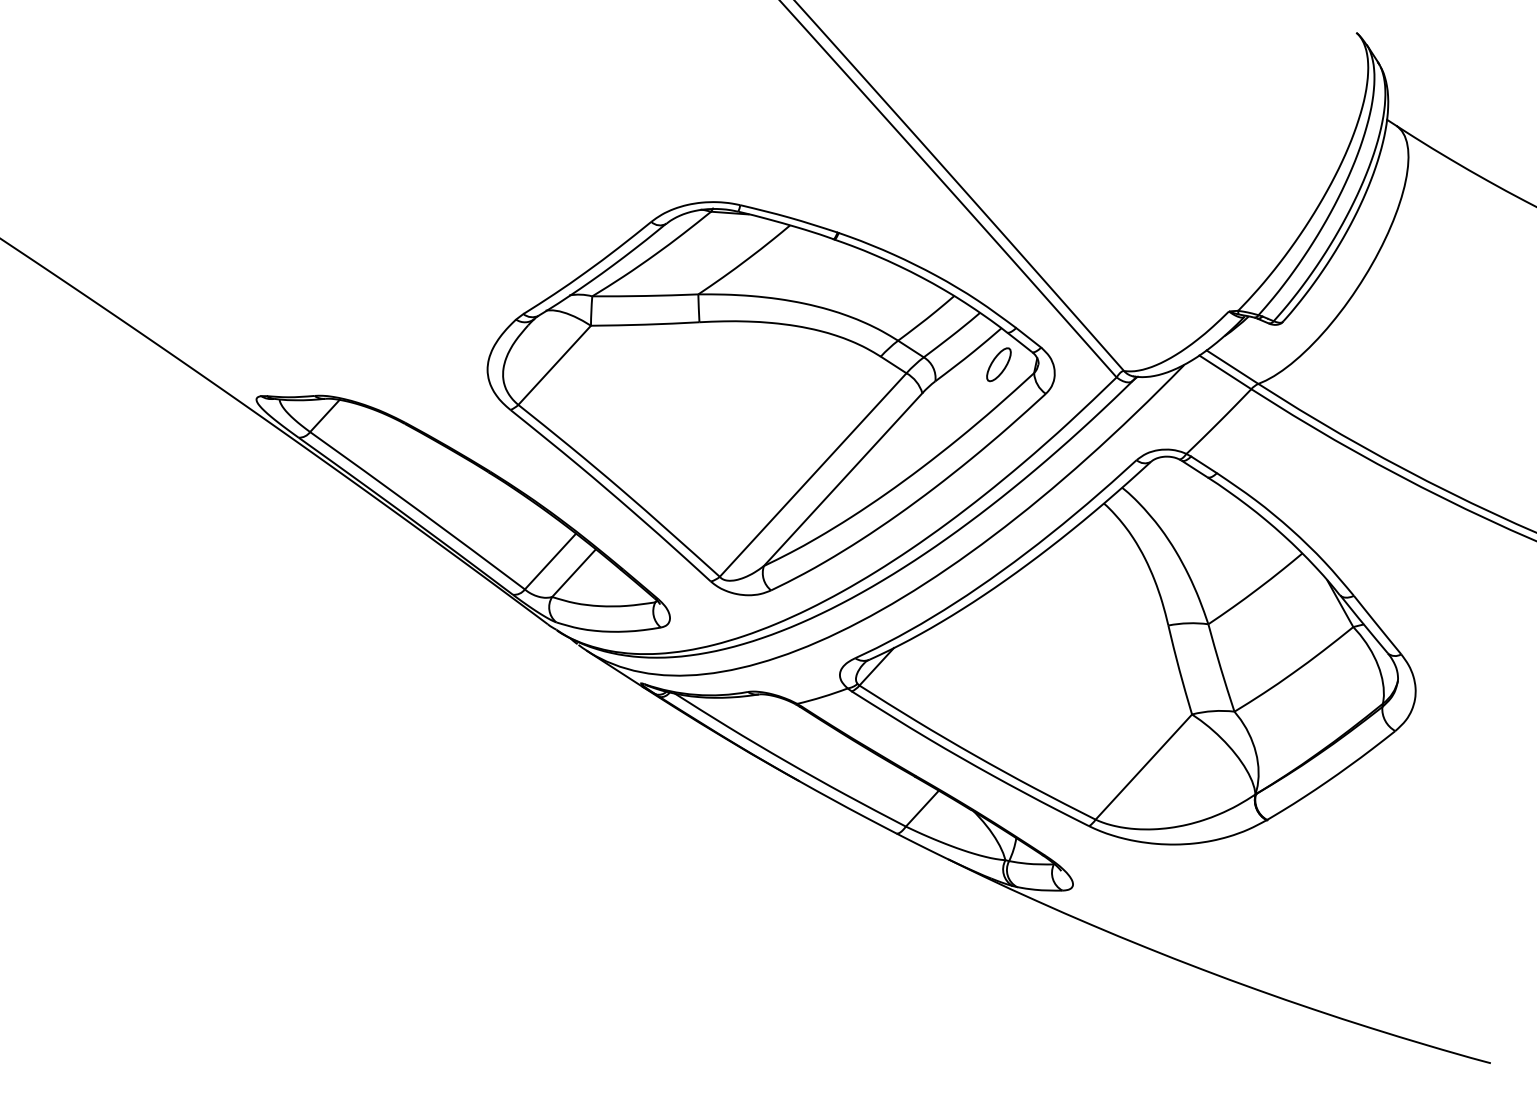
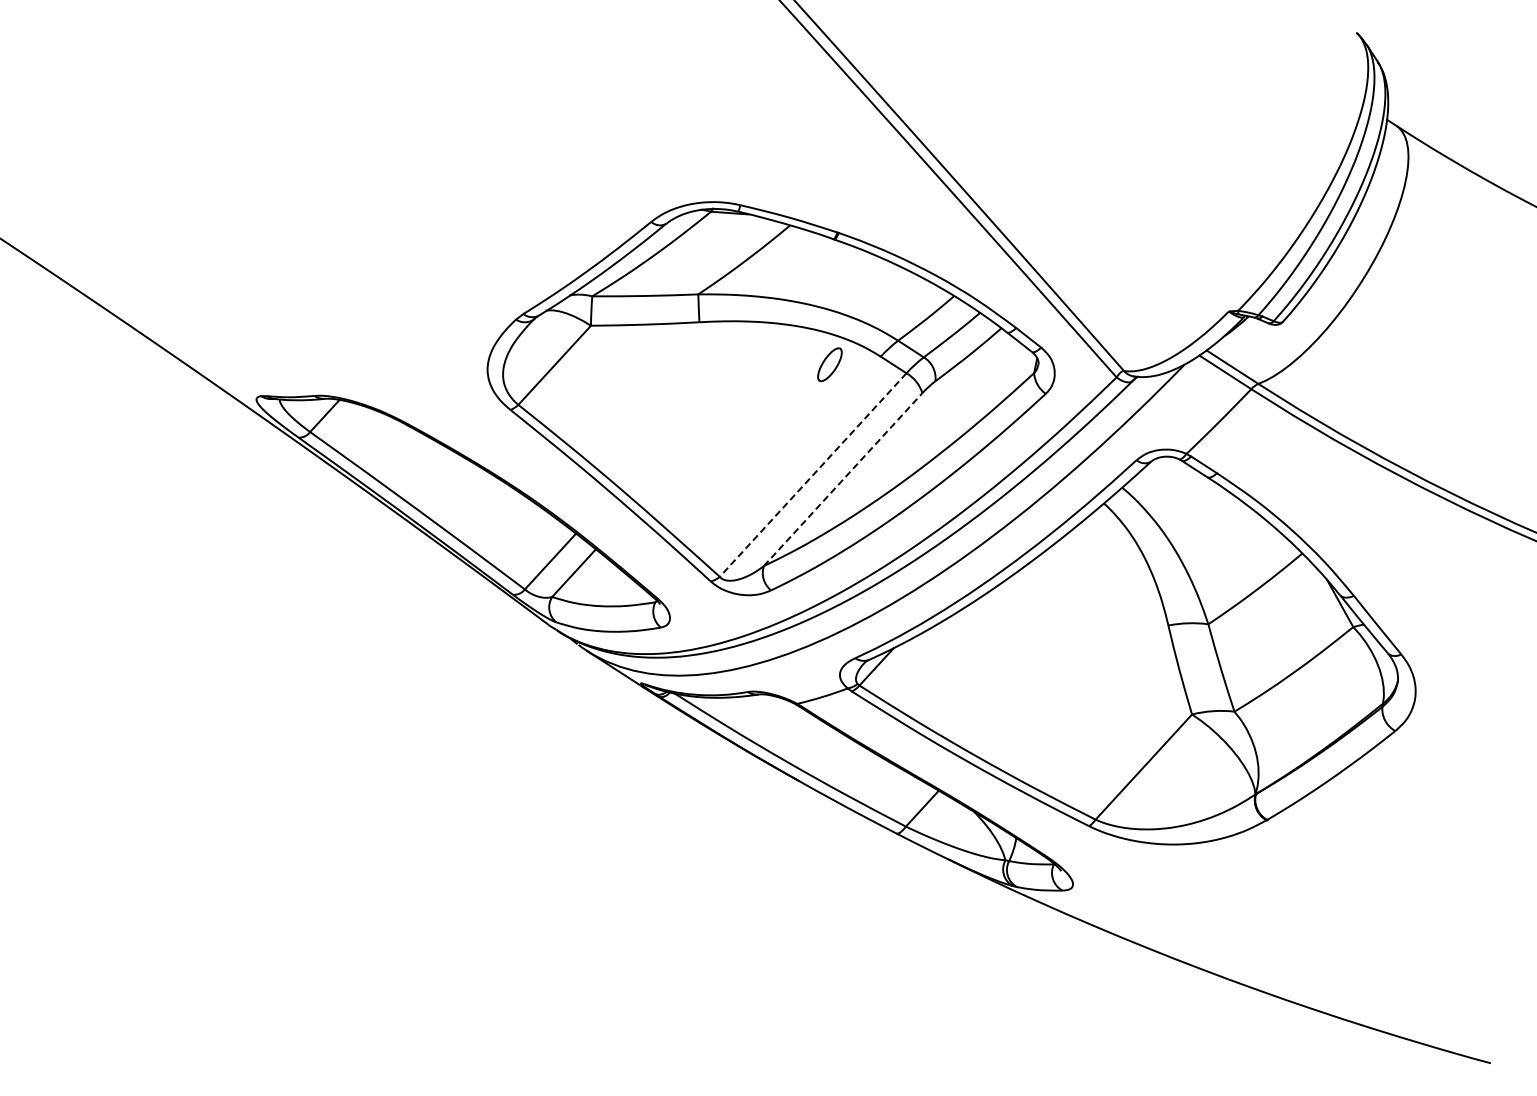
part at (998, 364) position: (998, 364) -> (829, 364)
line at (812, 475): solid -> dashed
line at (843, 479): solid -> dashed
